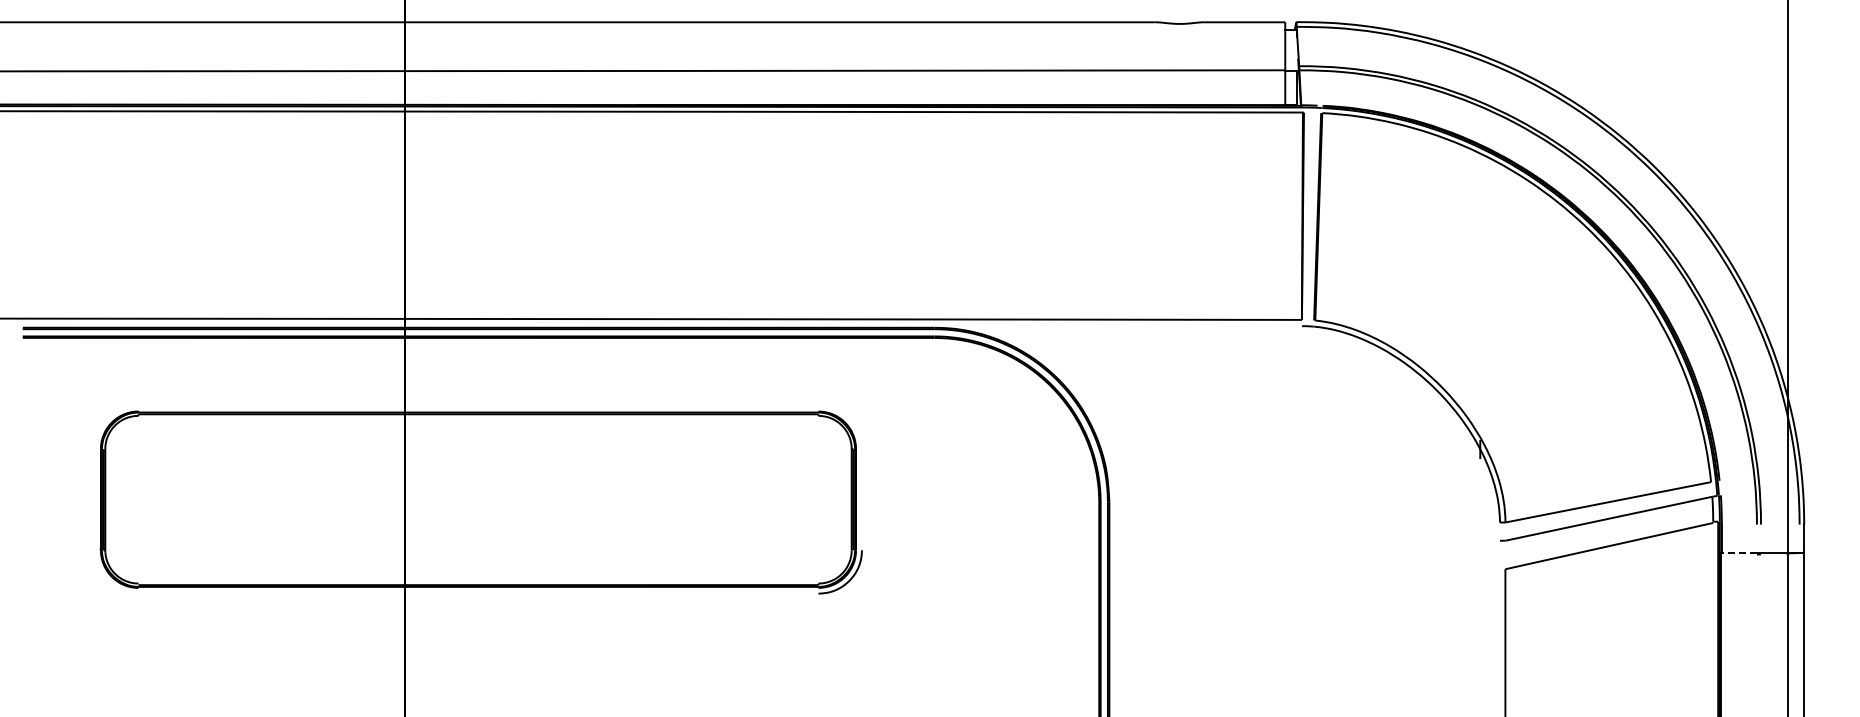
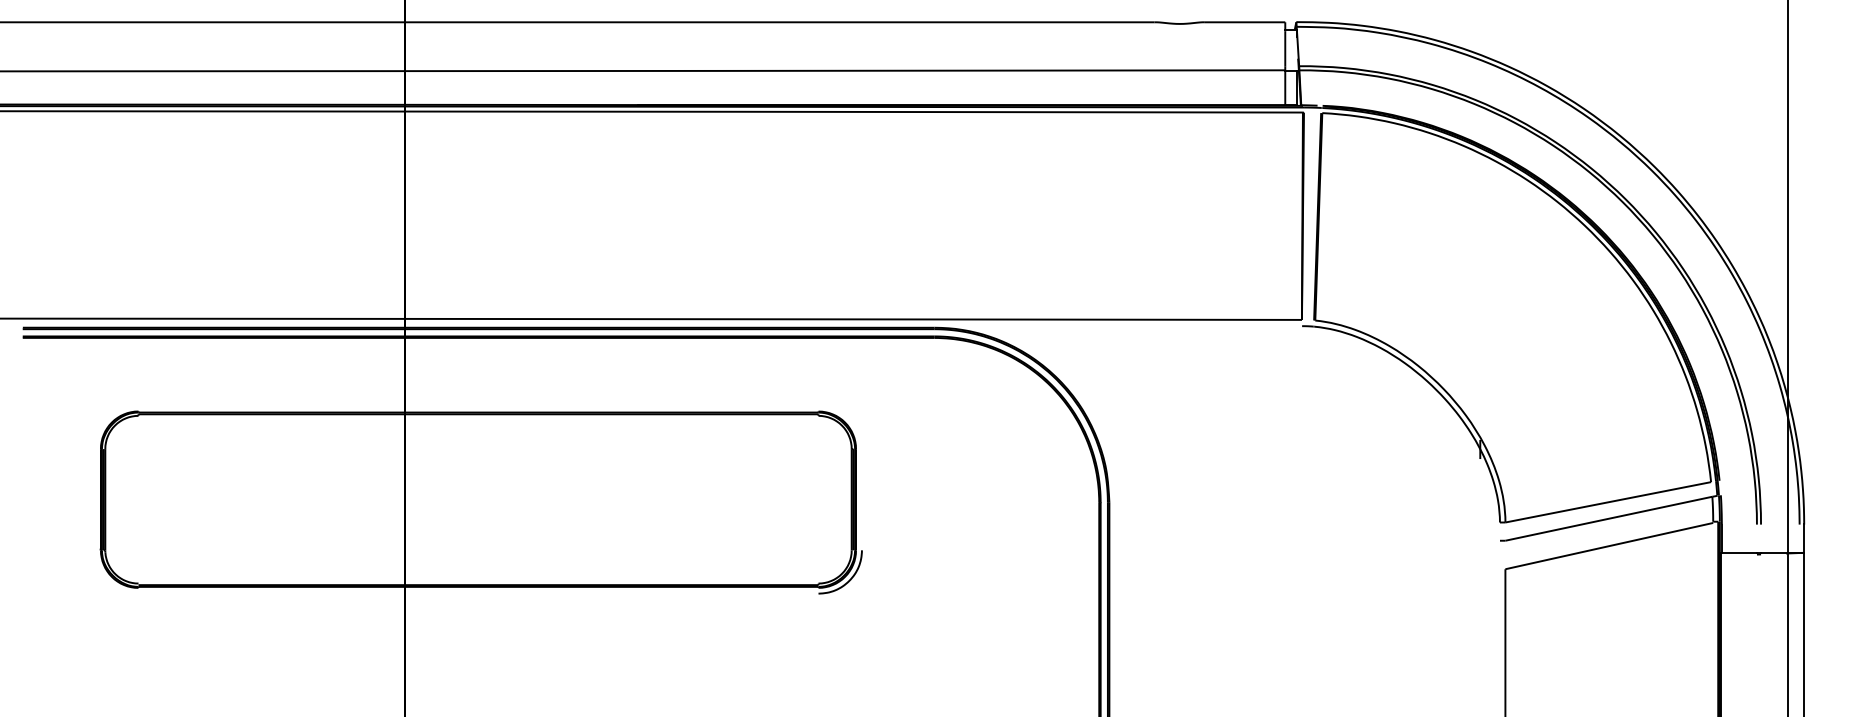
line at (1738, 553): dashed -> solid
